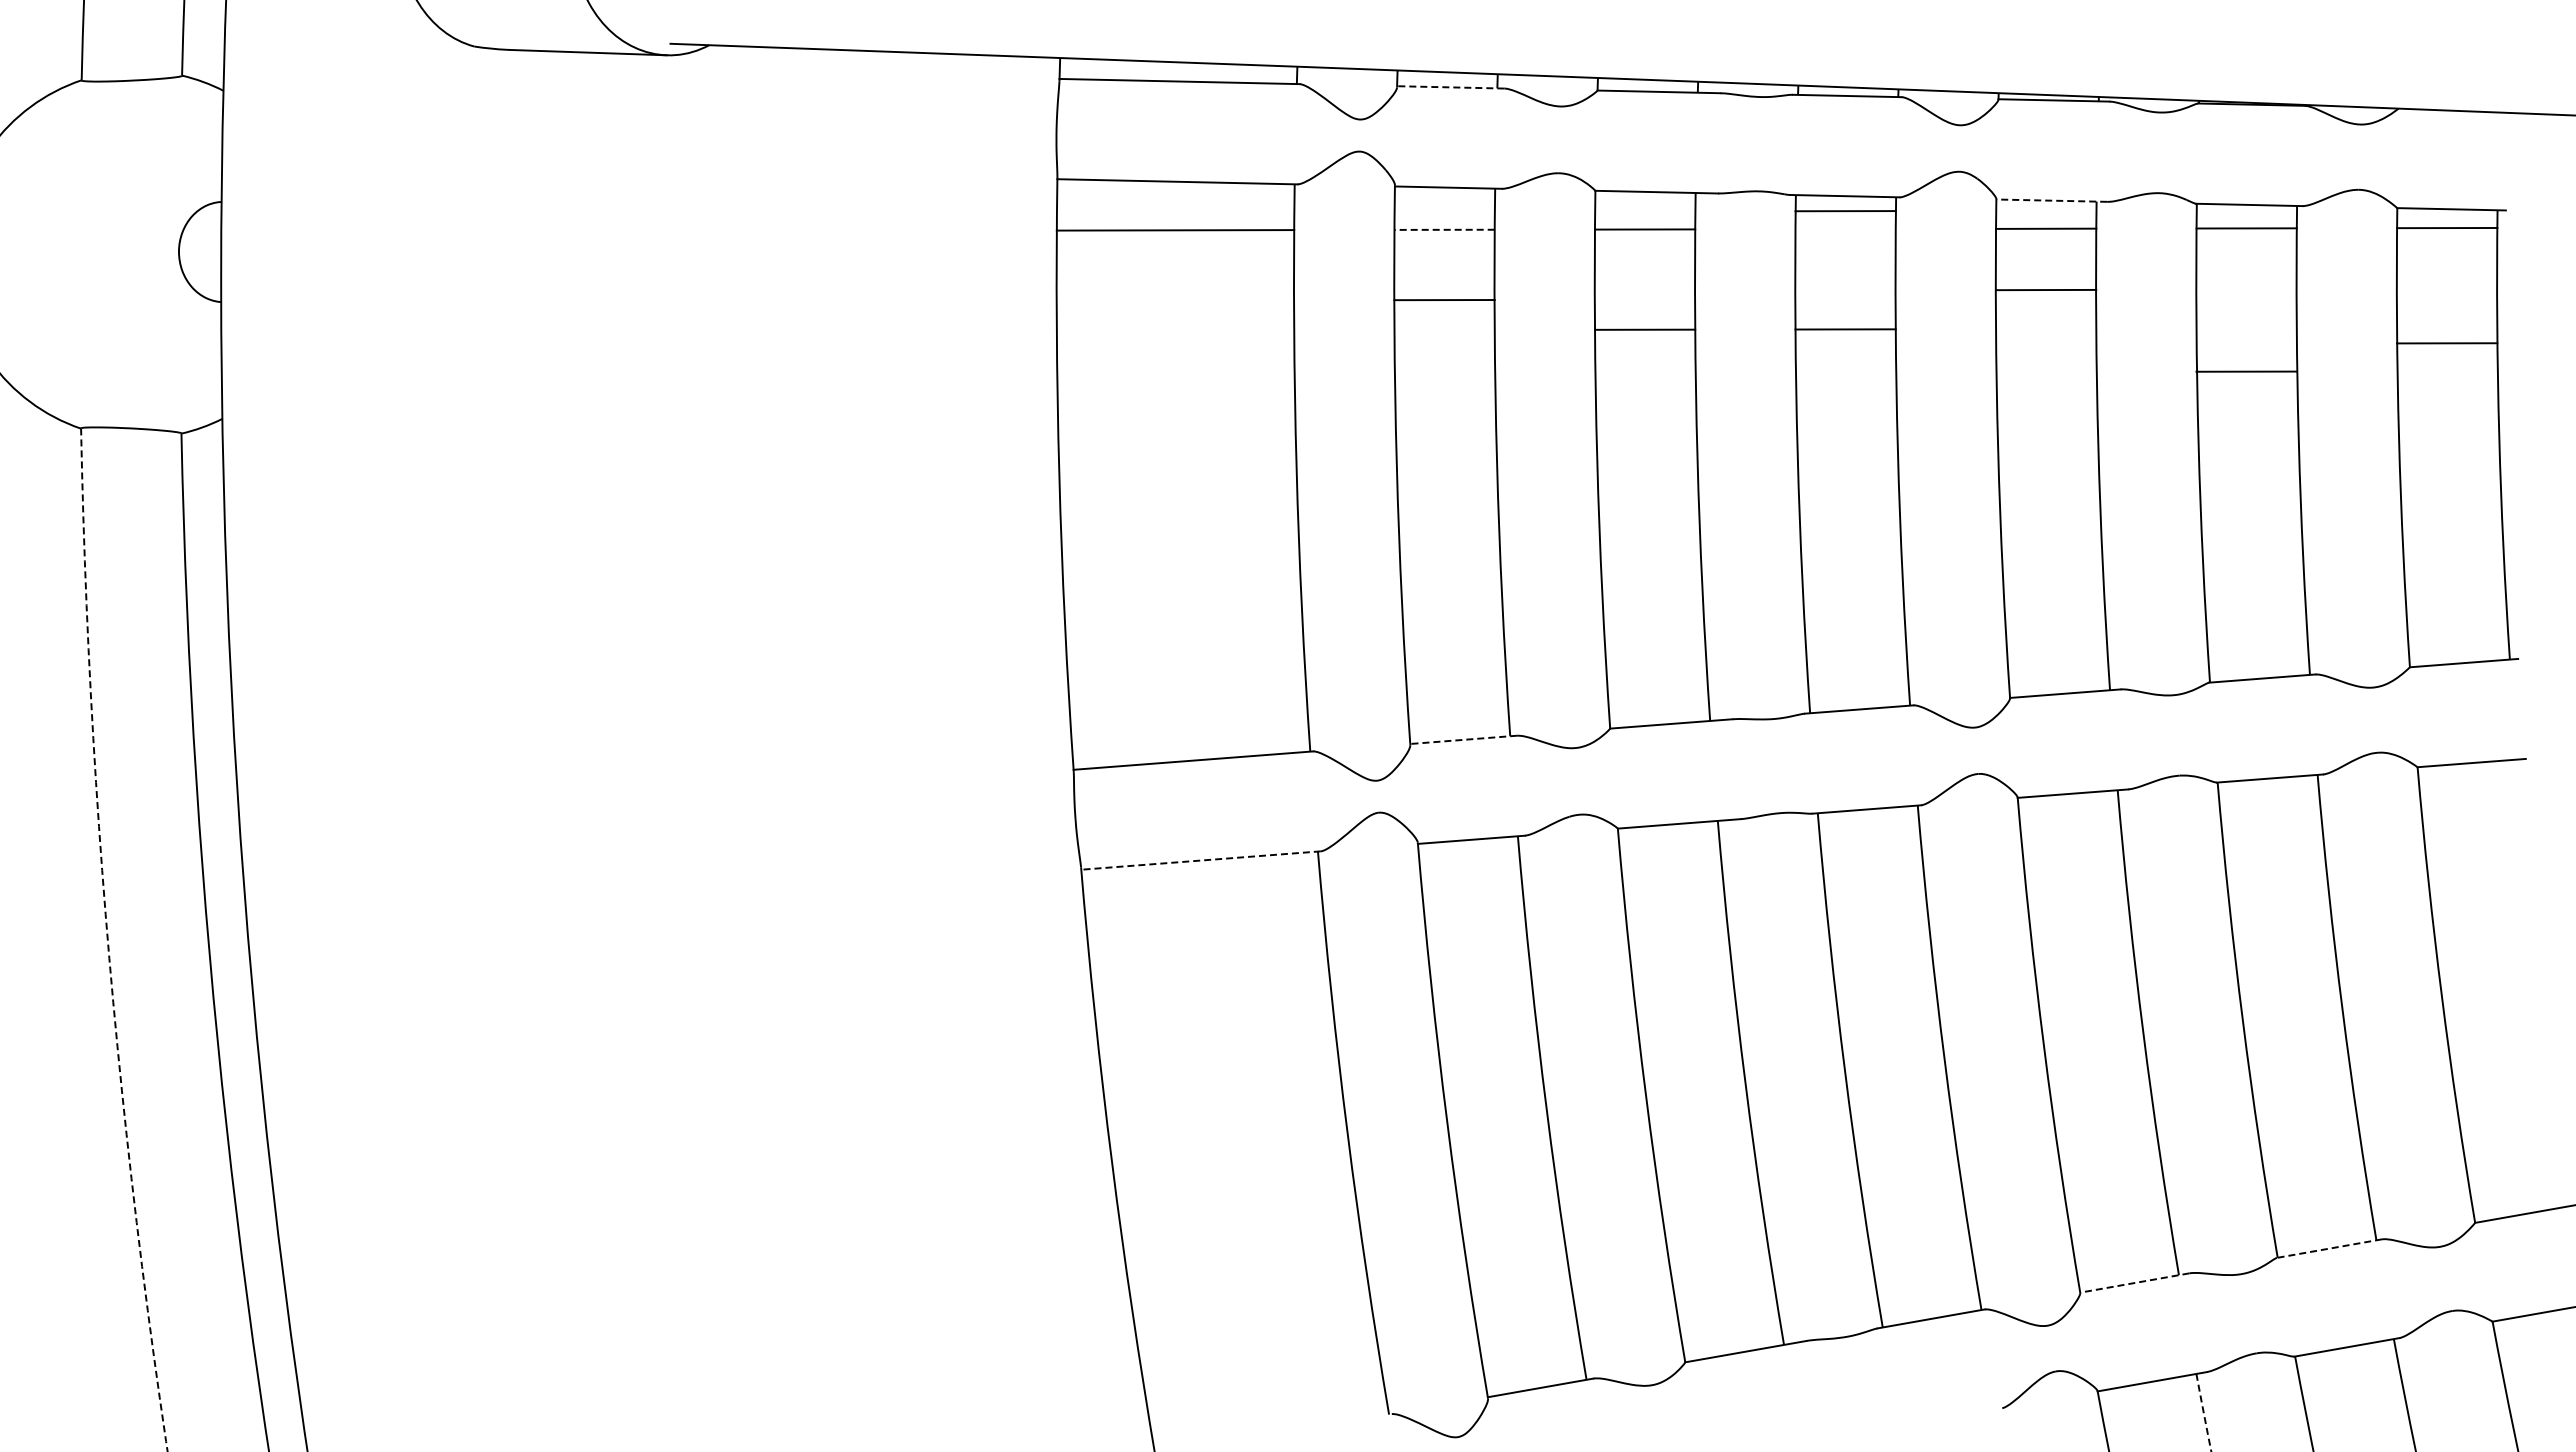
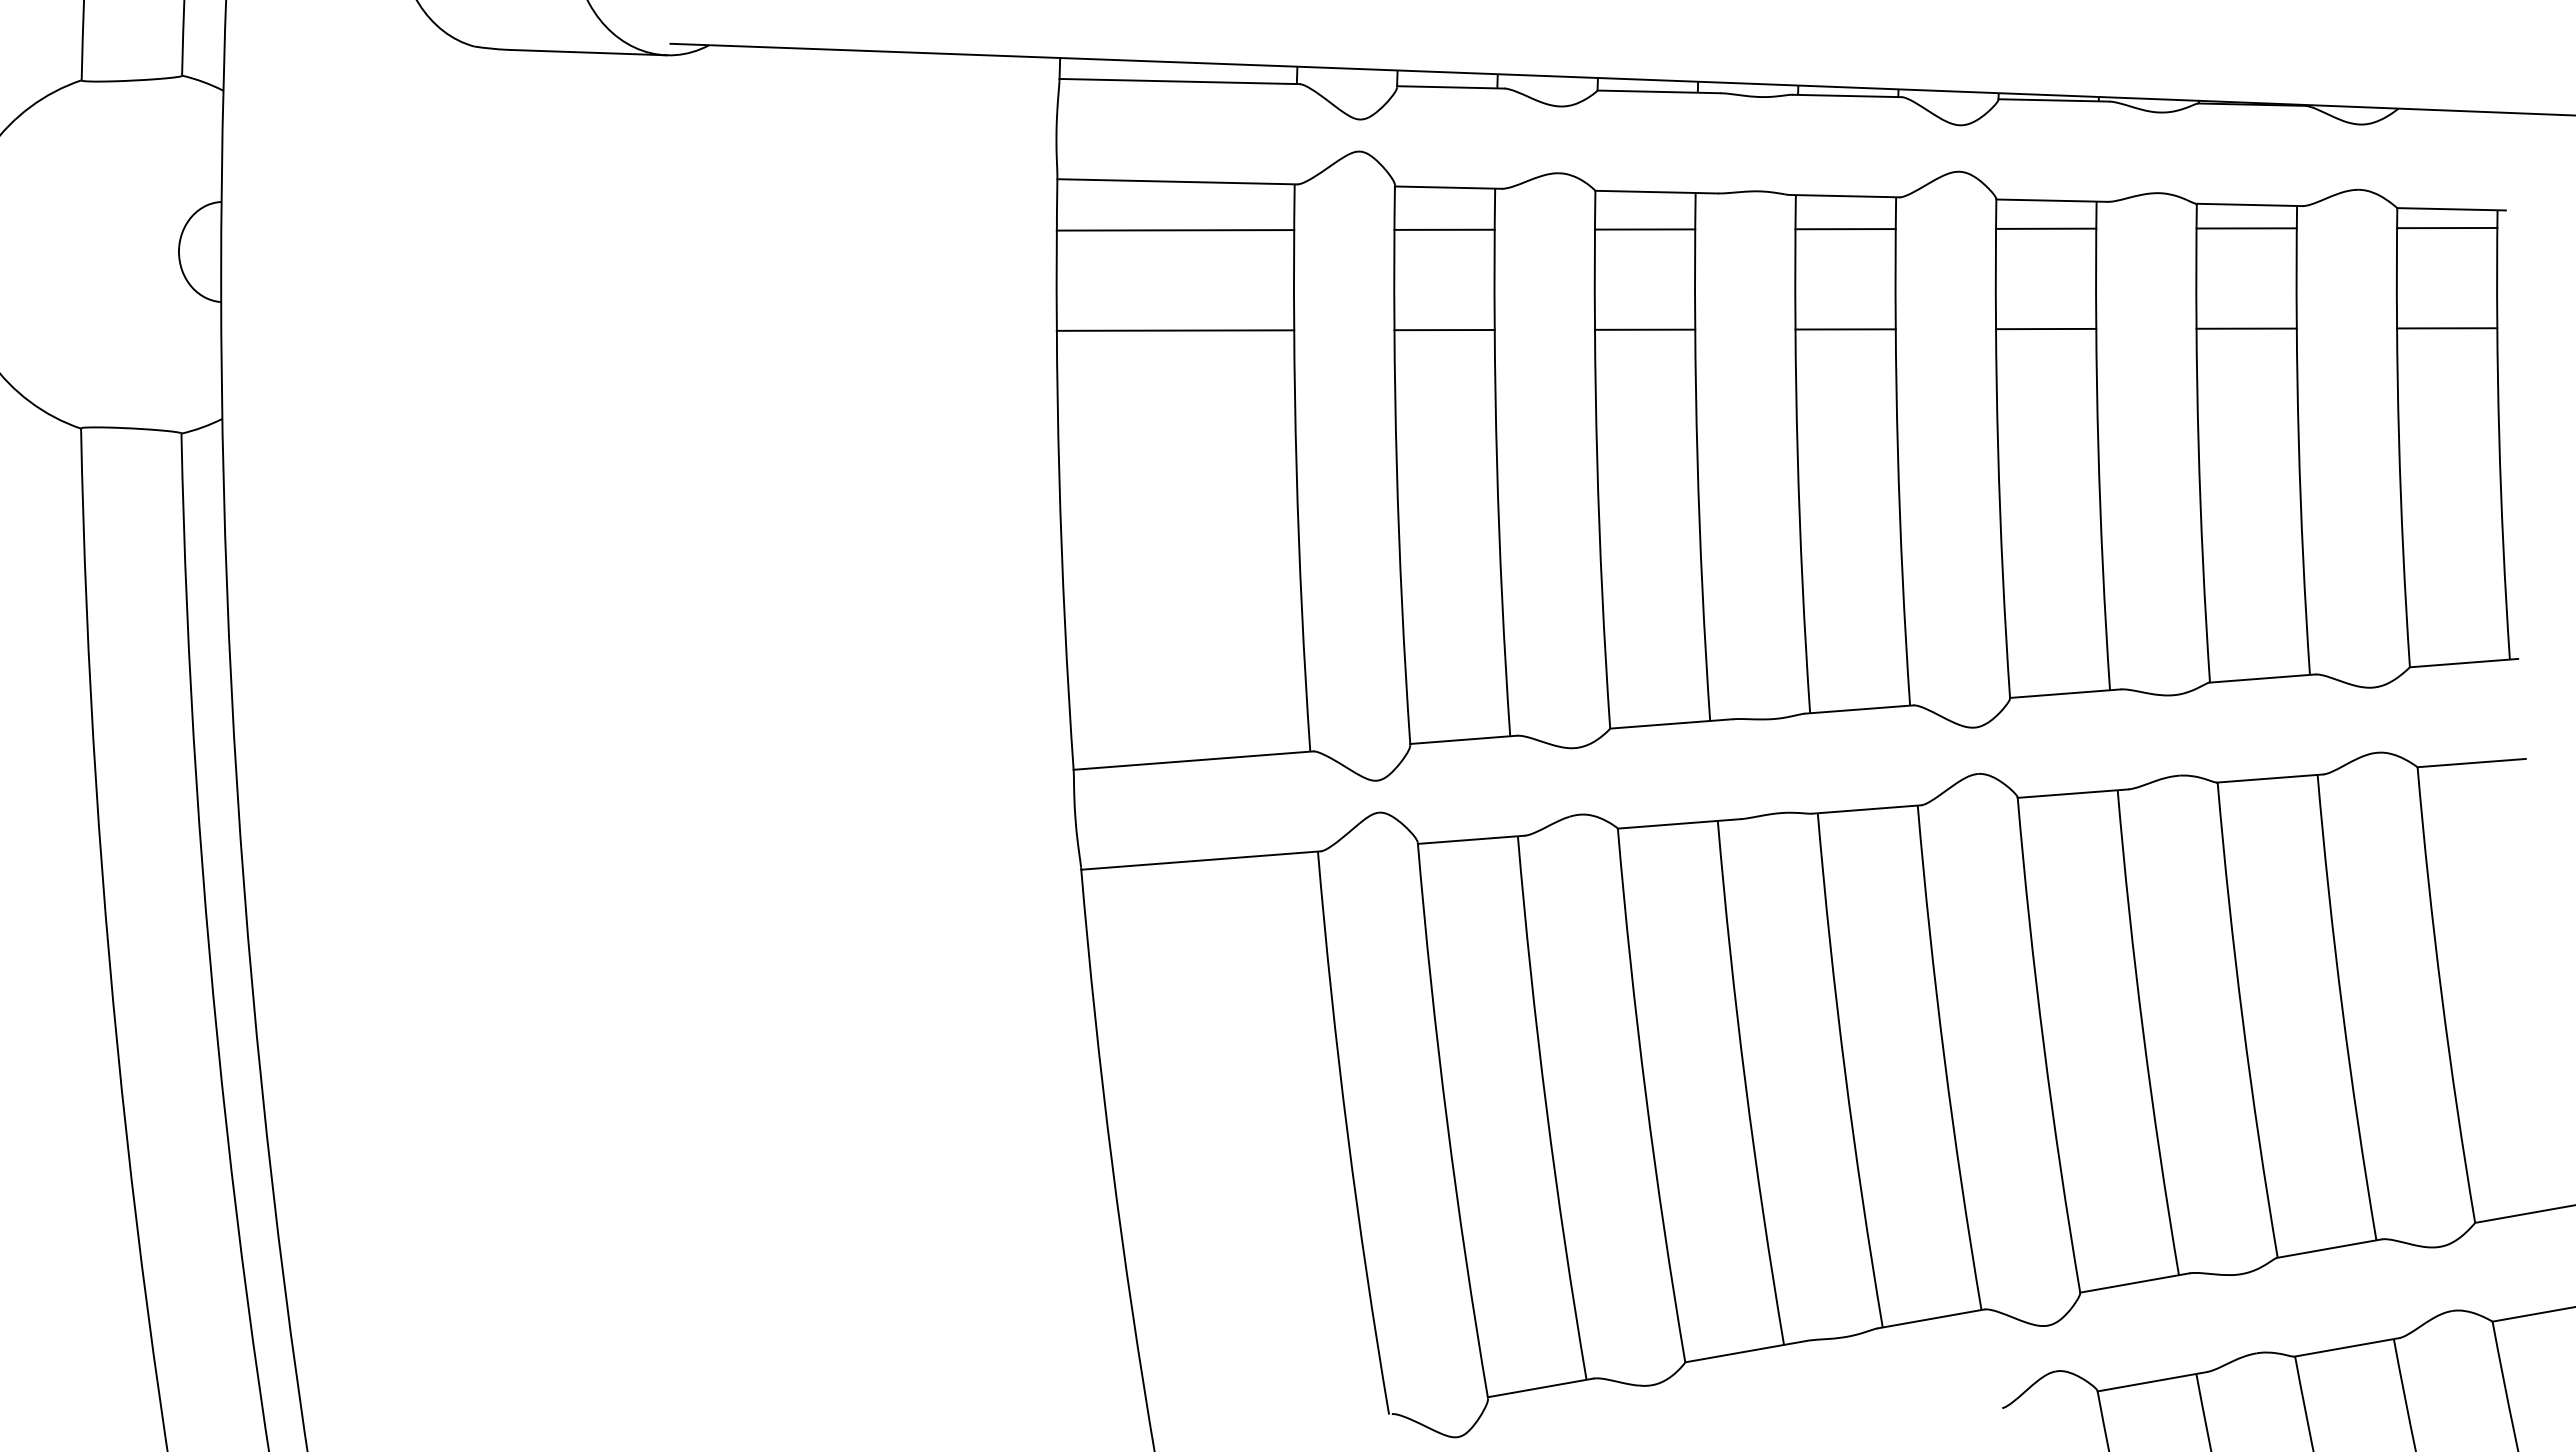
line at (1450, 87): dashed -> solid
line at (2051, 200): dashed -> solid
line at (1845, 211) position: (1845, 211) -> (1845, 229)
line at (1444, 229): dashed -> solid
line at (2045, 289) position: (2045, 289) -> (2045, 328)
line at (1444, 300) position: (1444, 300) -> (1444, 330)
line at (1175, 330): none -> present
line at (2447, 343) position: (2447, 343) -> (2447, 328)
line at (2246, 371) position: (2246, 371) -> (2246, 328)
line at (1463, 739): dashed -> solid
line at (1200, 860): dashed -> solid
arc at (108, 942): dashed -> solid
line at (2328, 1248): dashed -> solid
line at (2134, 1283): dashed -> solid
arc at (2203, 1413): dashed -> solid
